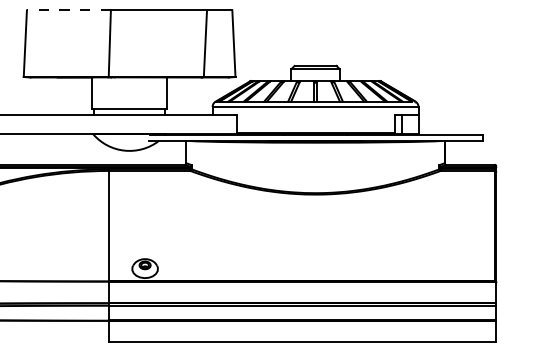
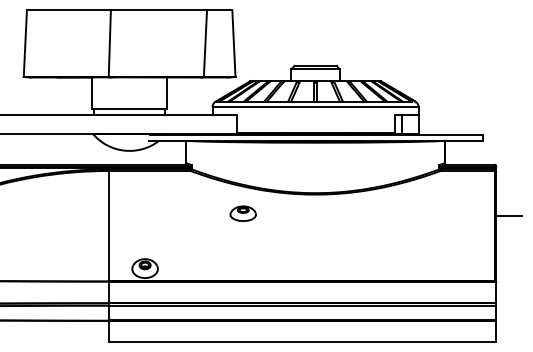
line at (68, 10): dashed -> solid
part at (242, 213): none -> present
line at (508, 216): none -> present
